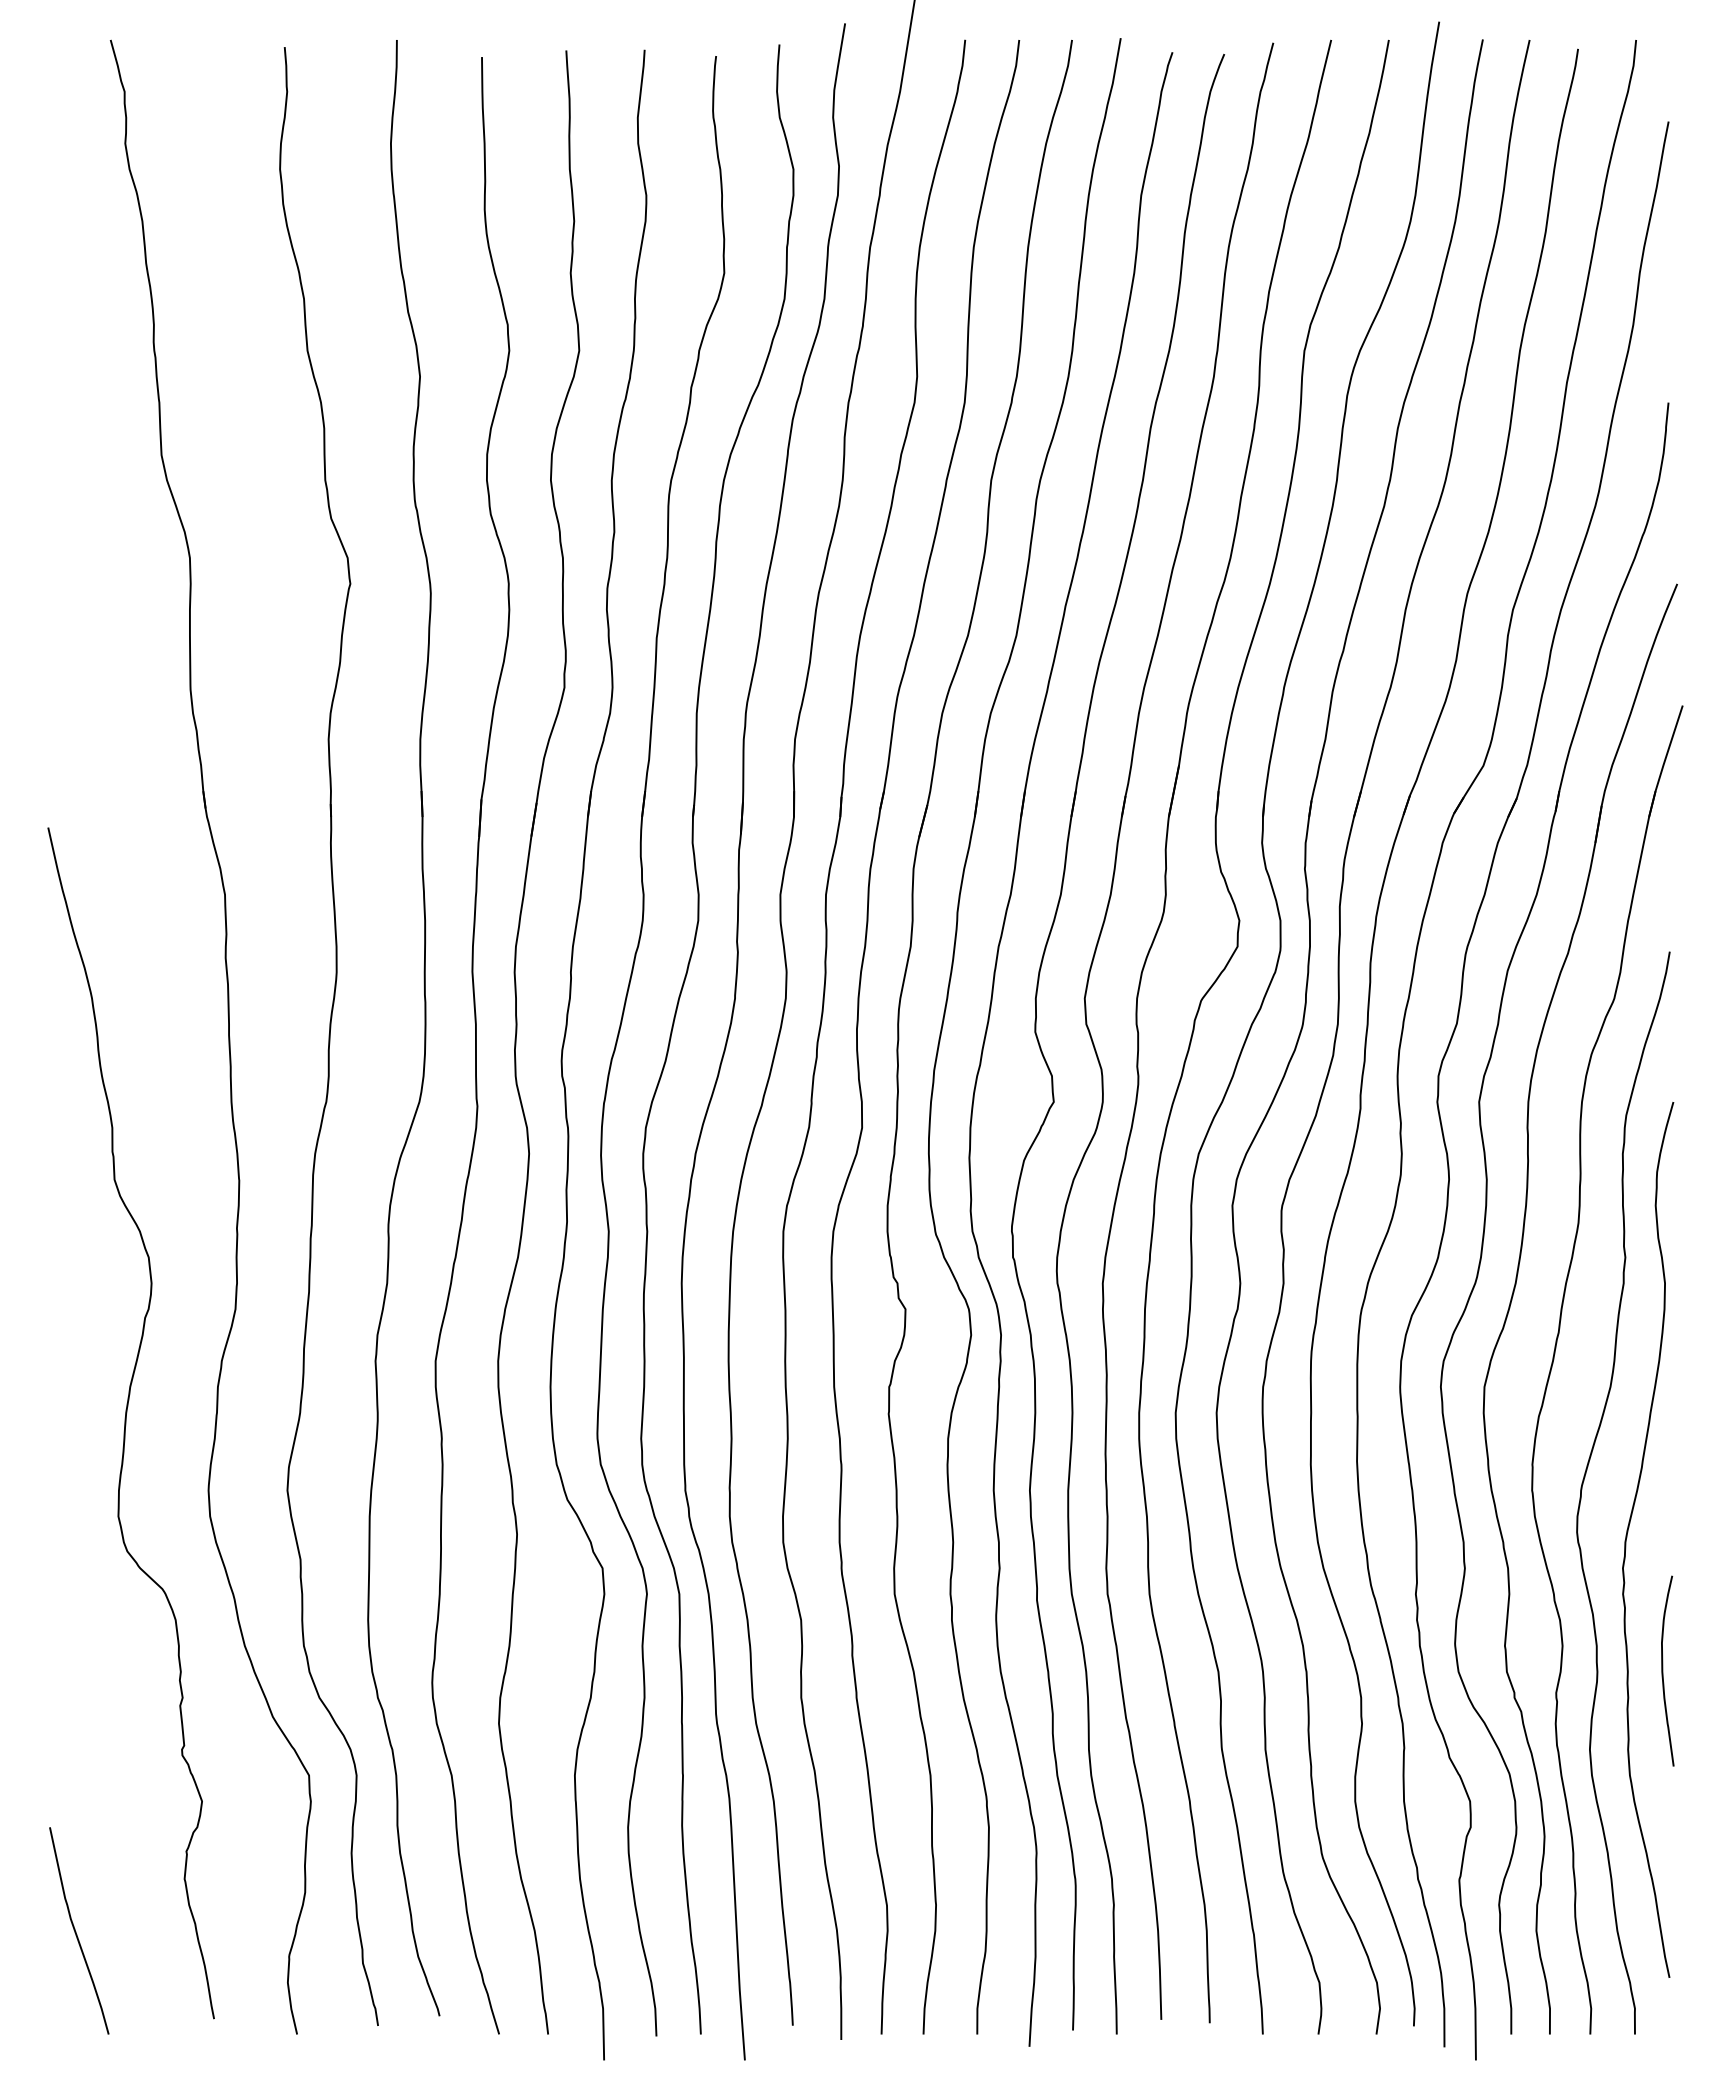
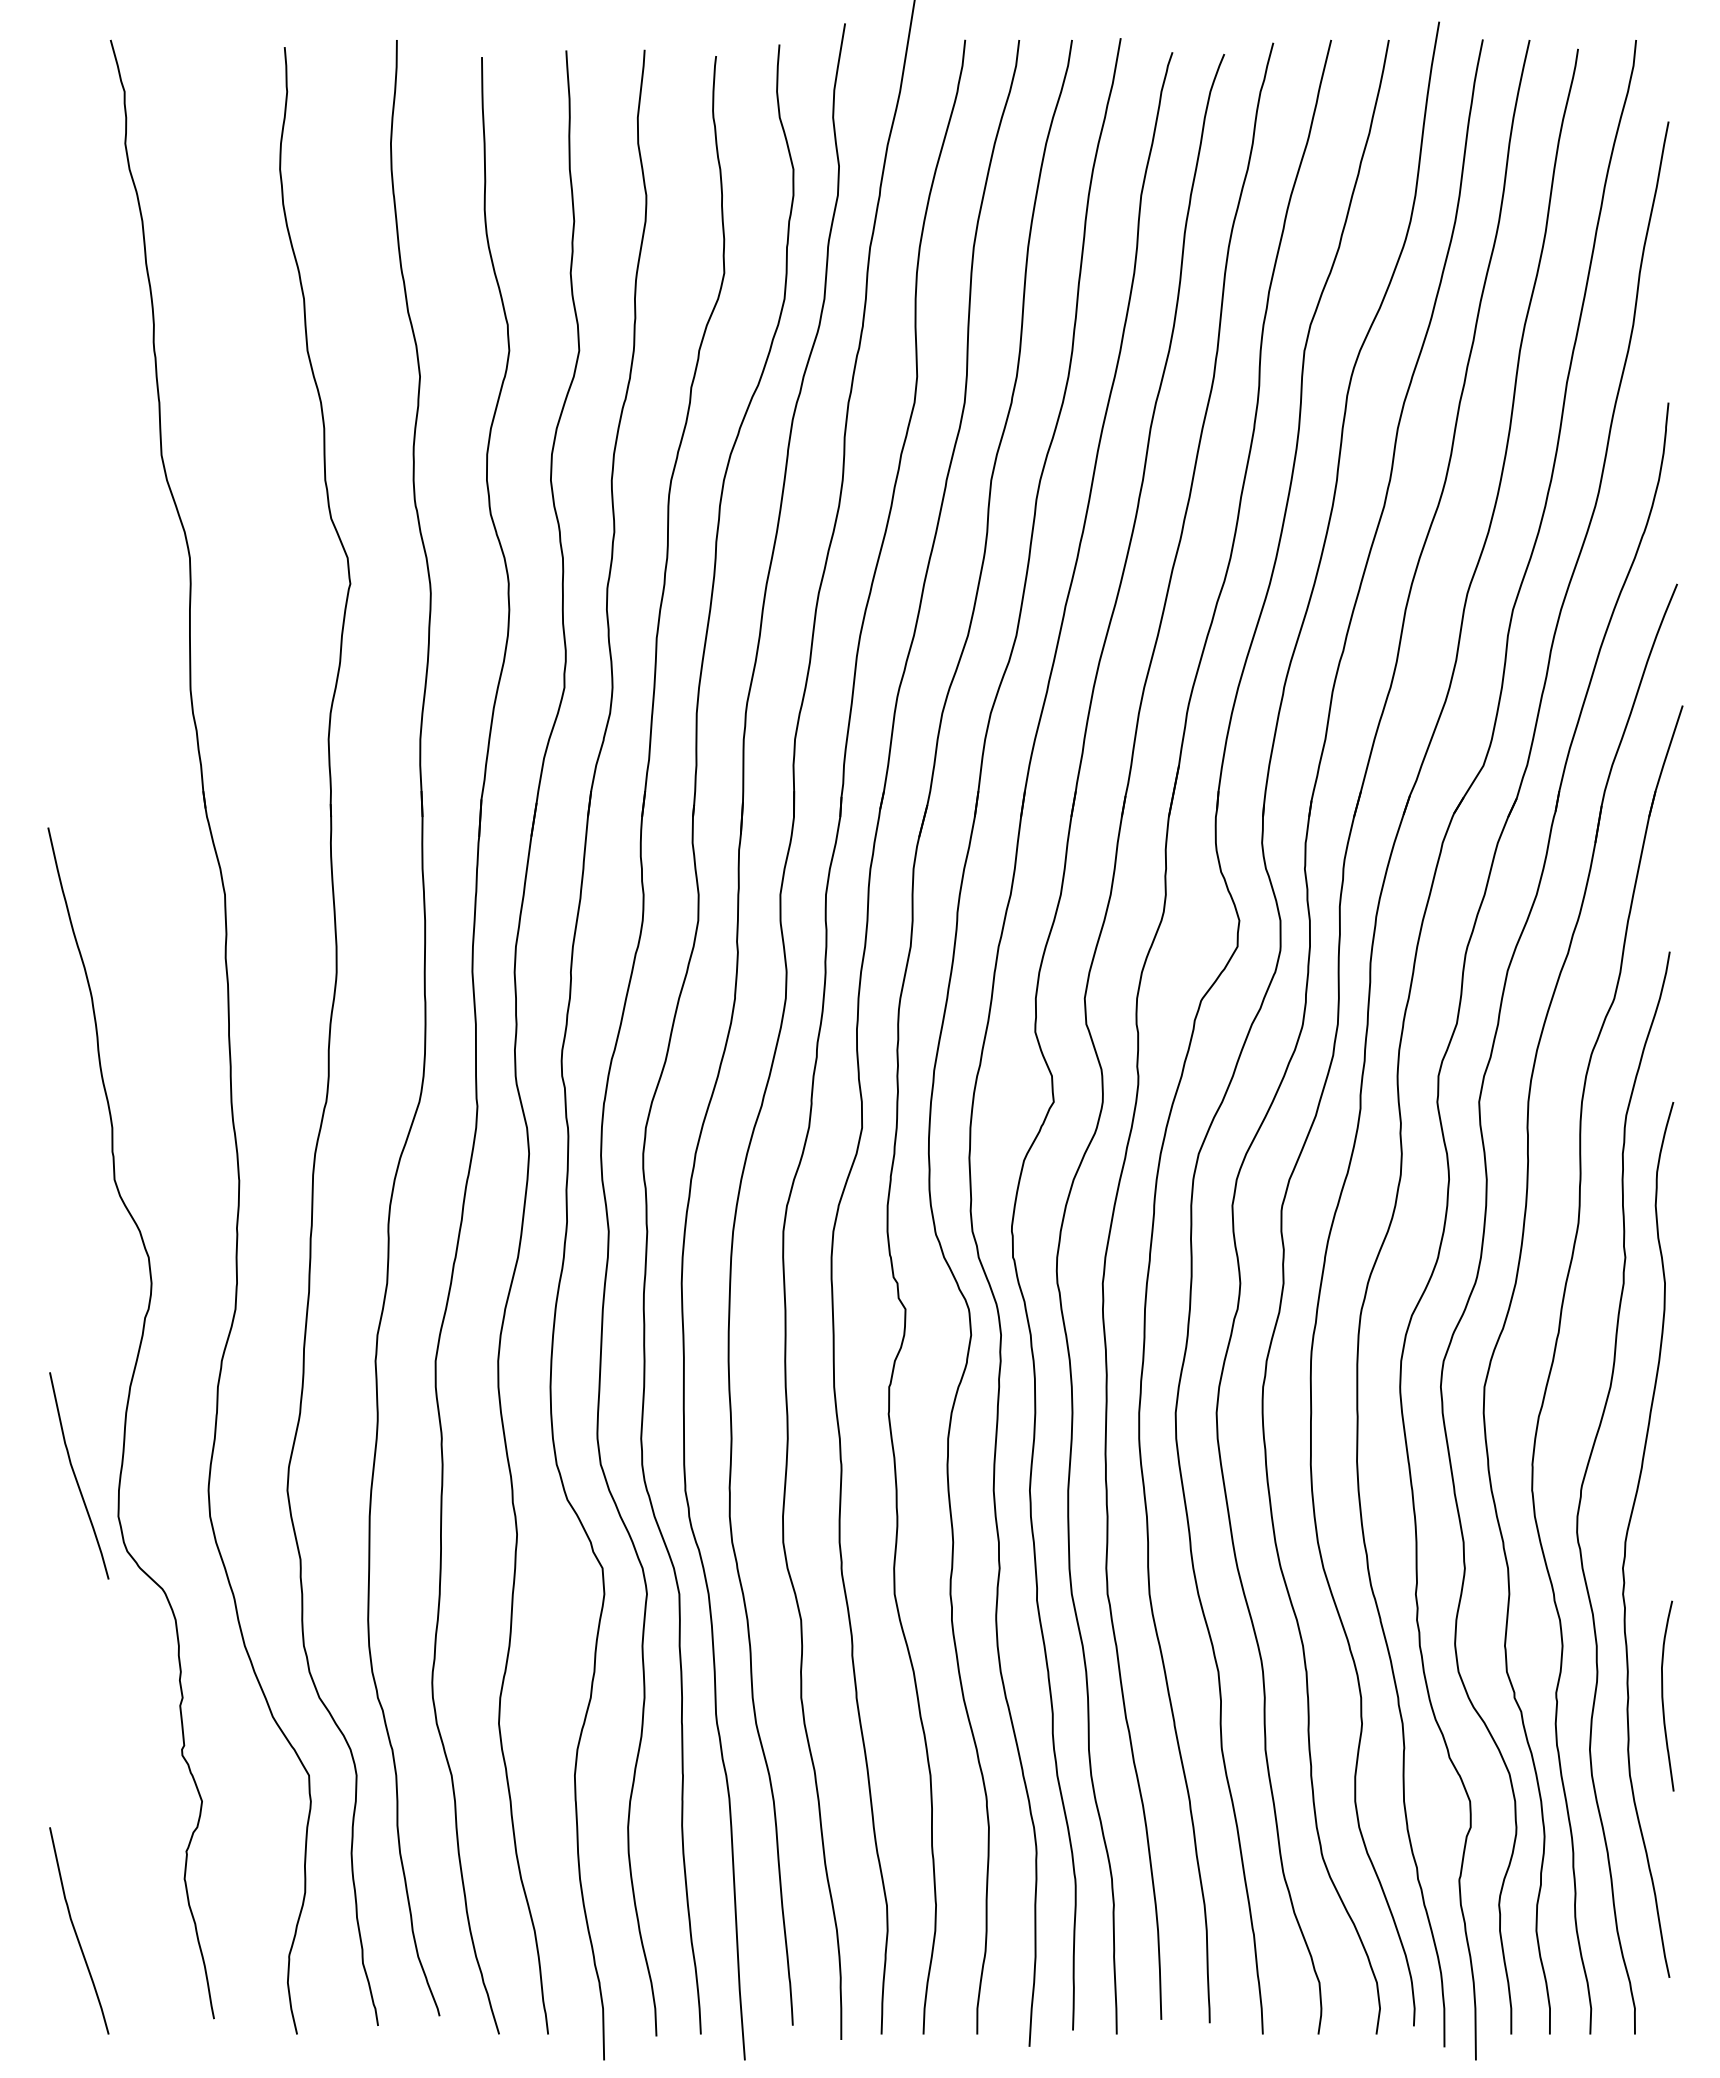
curve at (76, 1476): none -> present
curve at (1663, 1670) position: (1663, 1670) -> (1663, 1695)
